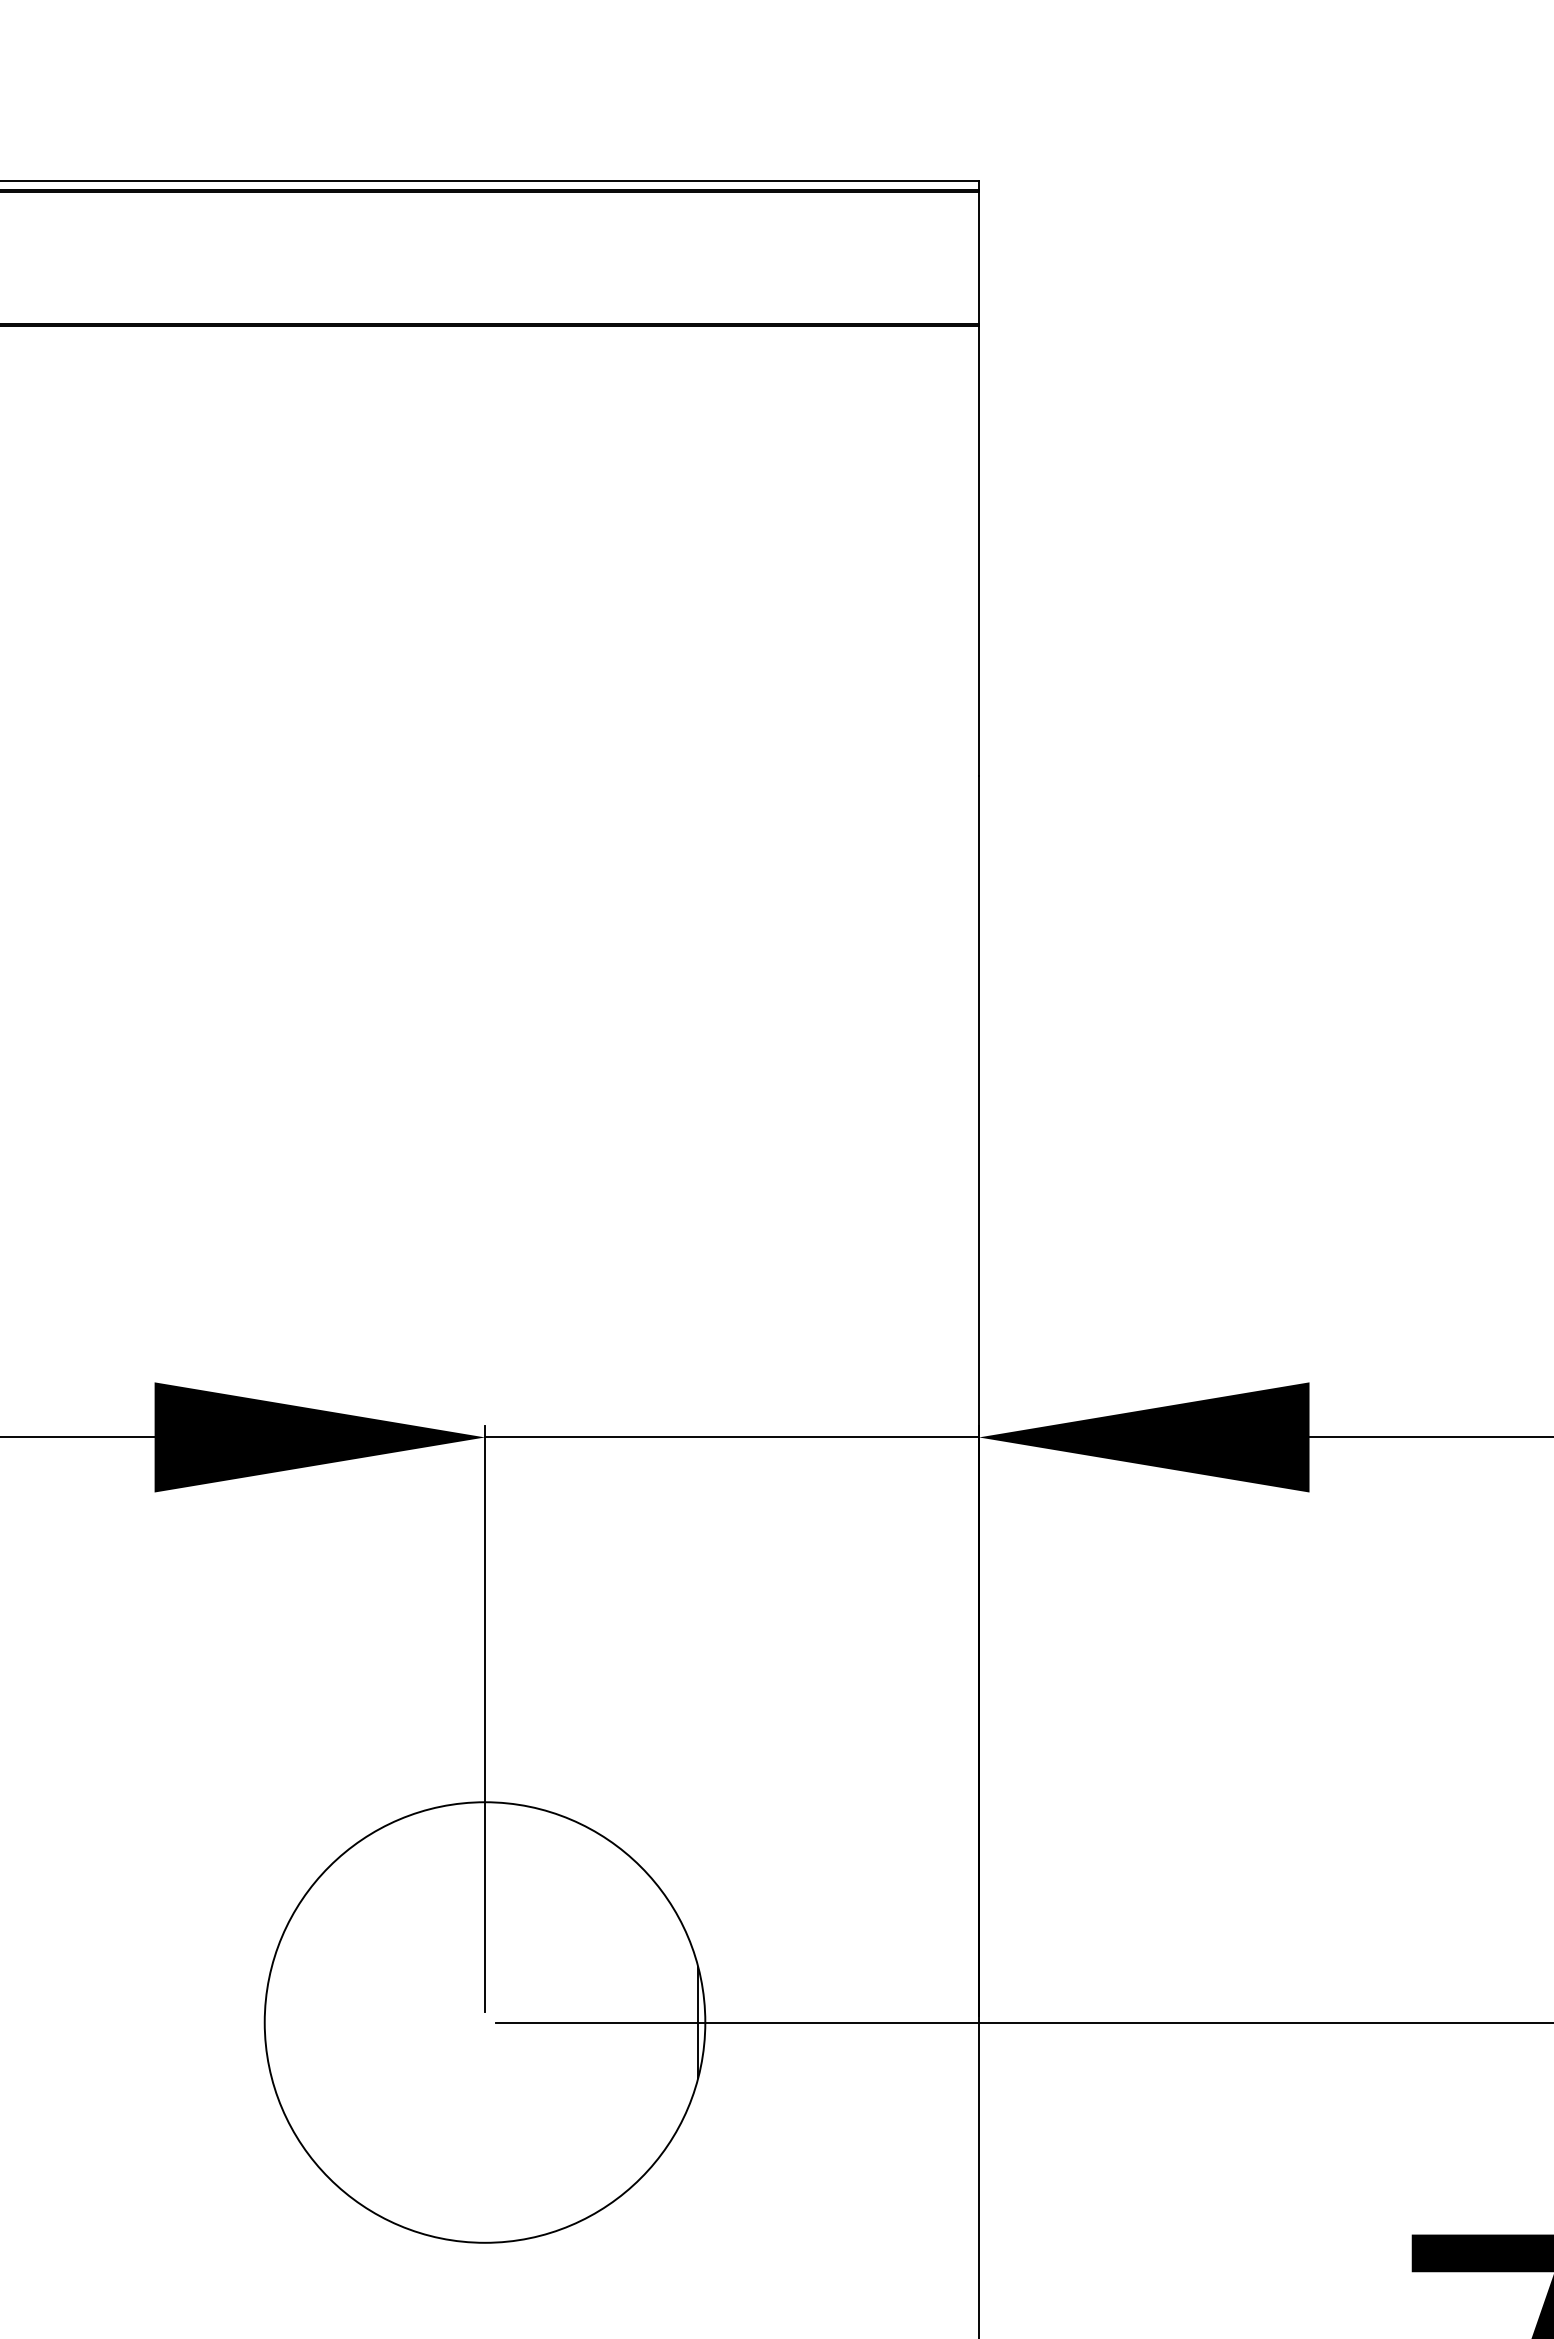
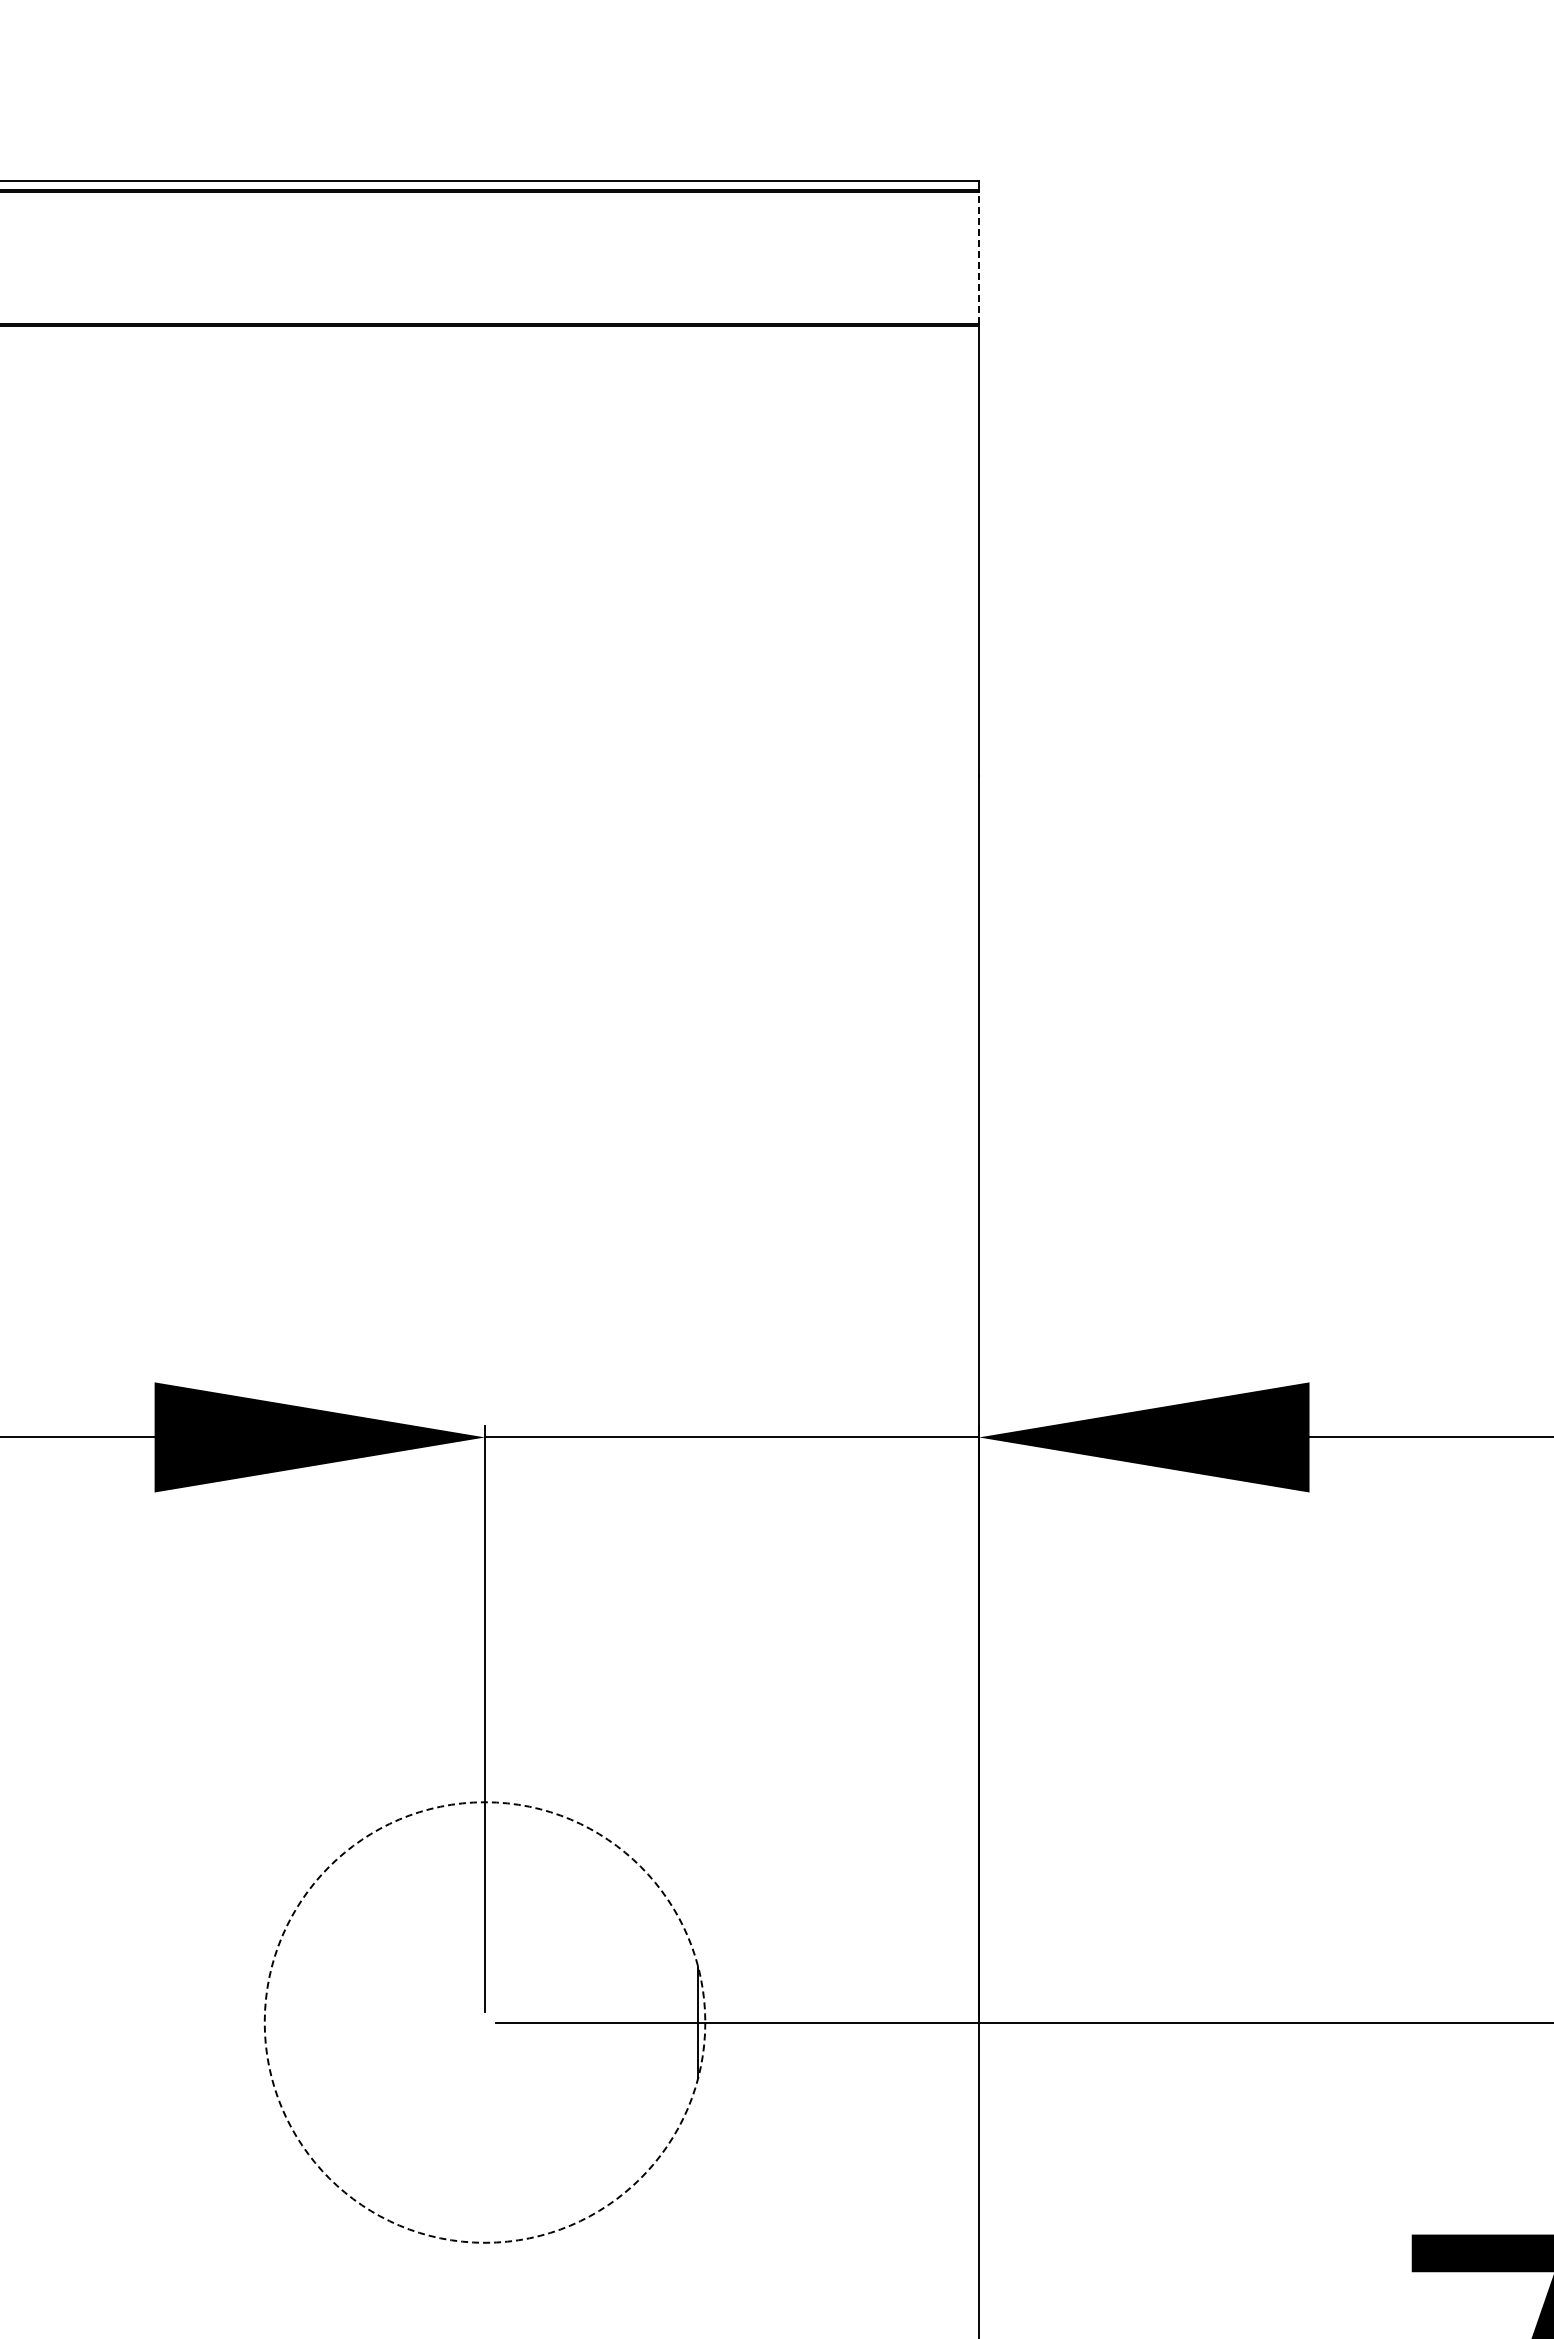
line at (979, 257): solid -> dashed
circle at (484, 2022): solid -> dashed
